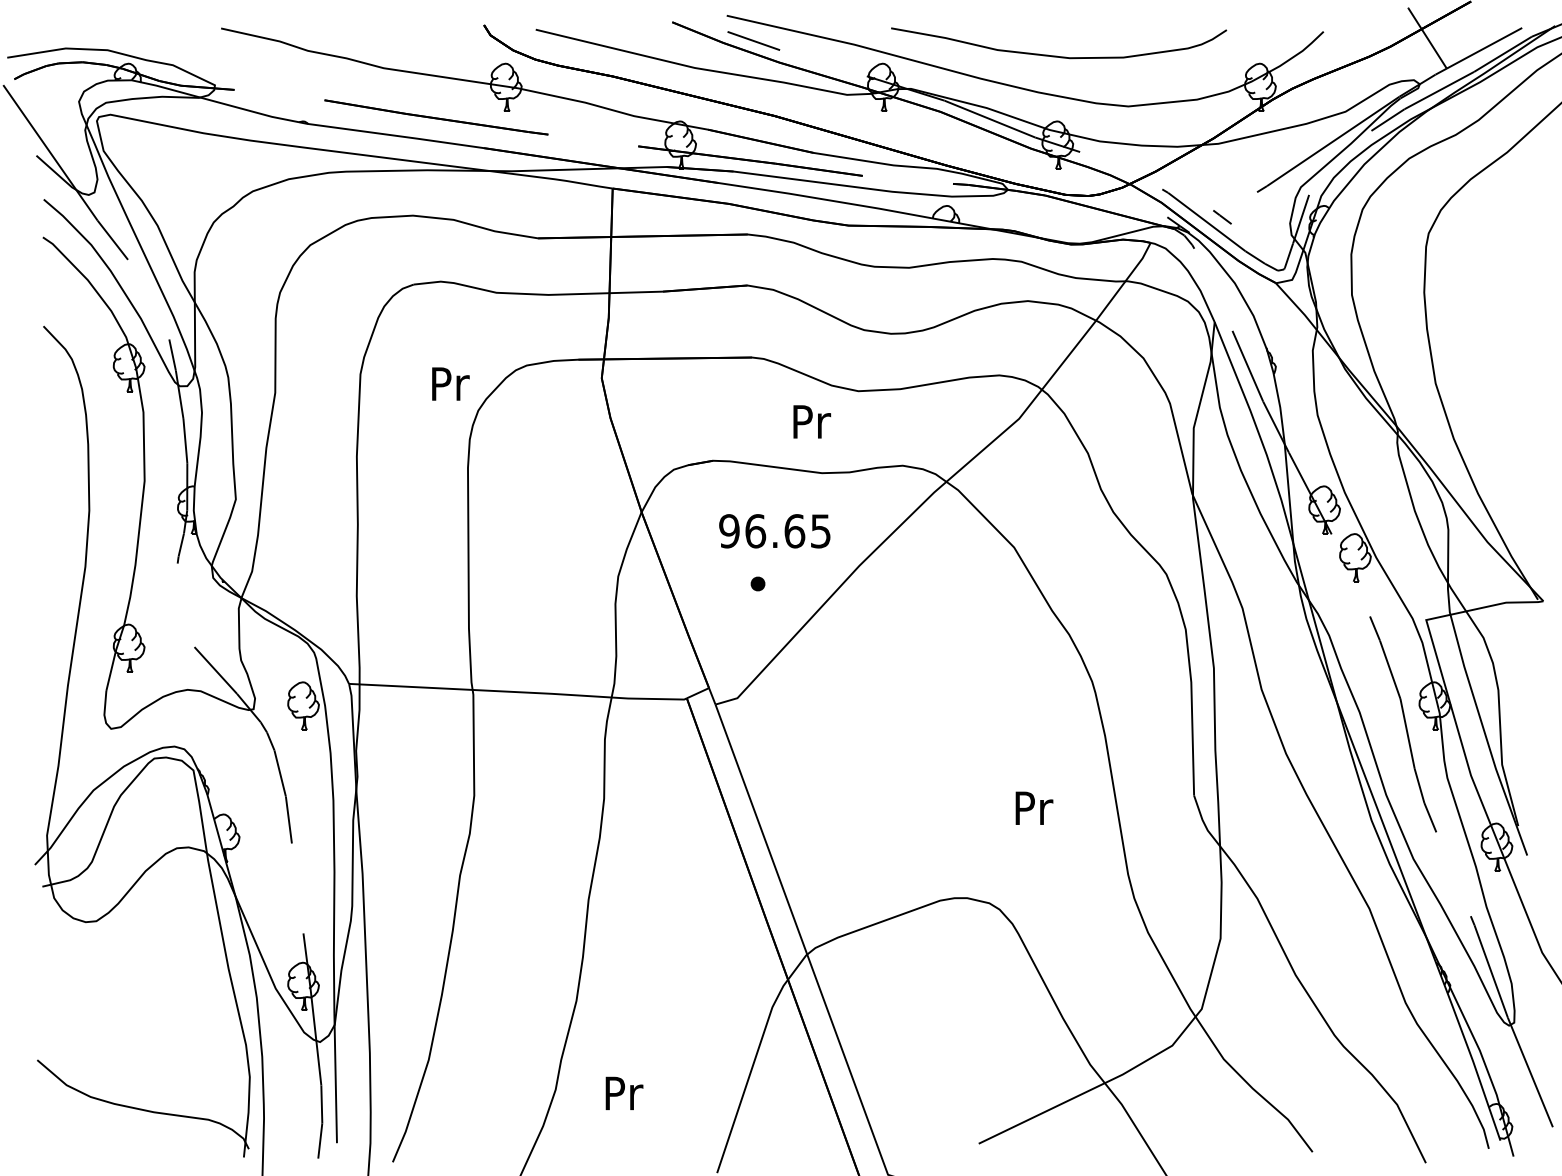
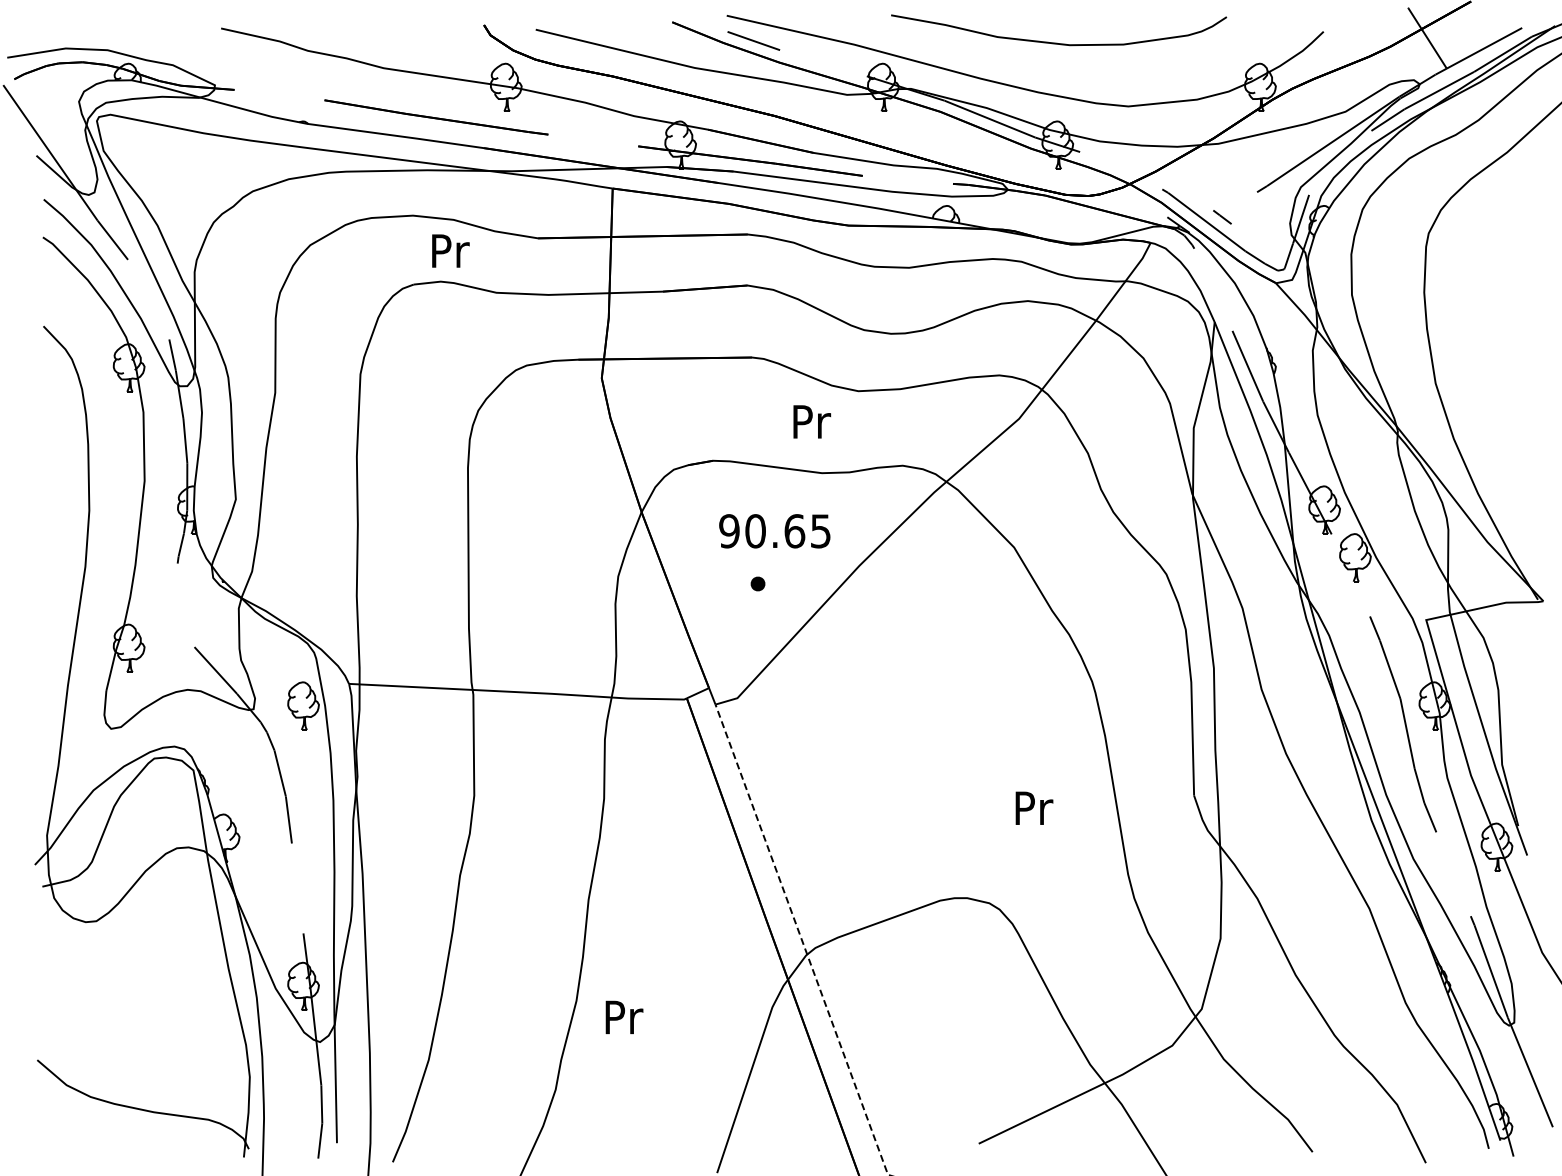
curve at (1057, 55) position: (1057, 55) -> (1057, 42)
text at (450, 383) position: (450, 383) -> (450, 250)
text at (755, 531): 96.65 -> 90.65
line at (802, 941): solid -> dashed
text at (624, 1092) position: (624, 1092) -> (624, 1016)
